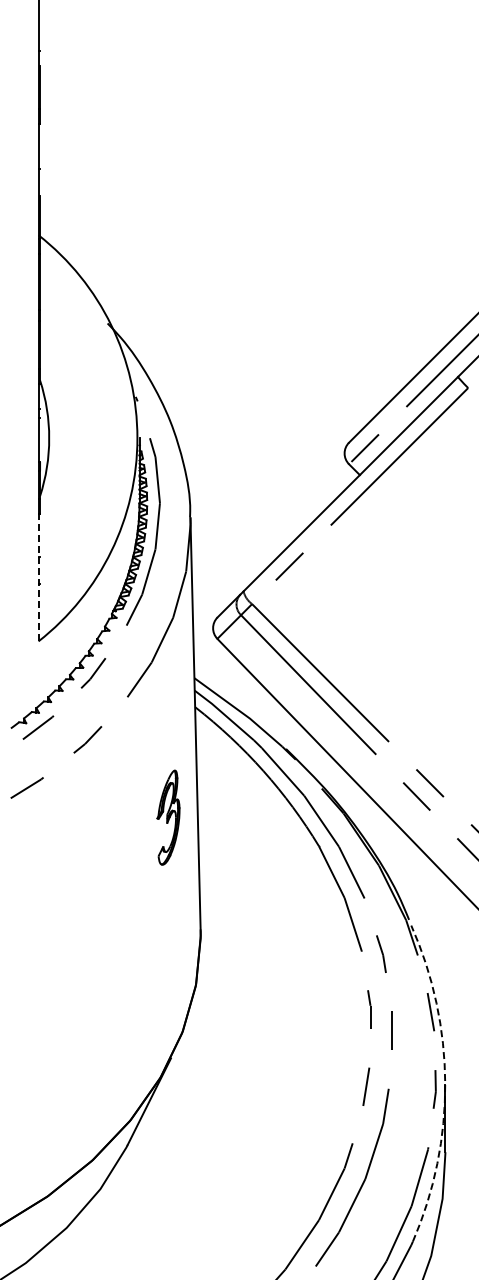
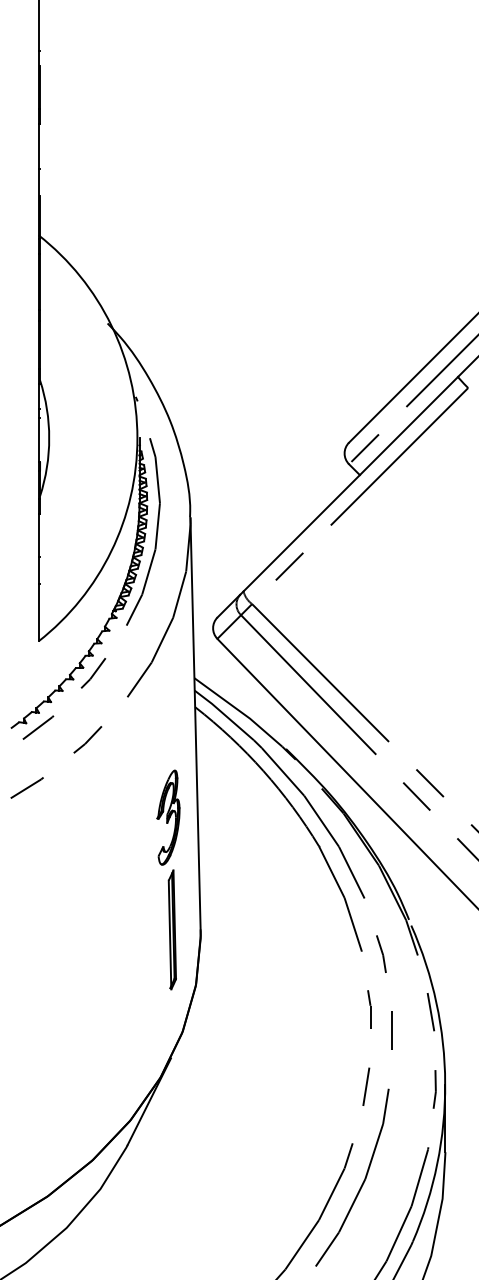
line at (38, 577): dashed -> solid
part at (171, 929): none -> present
arc at (445, 1083): dashed -> solid
